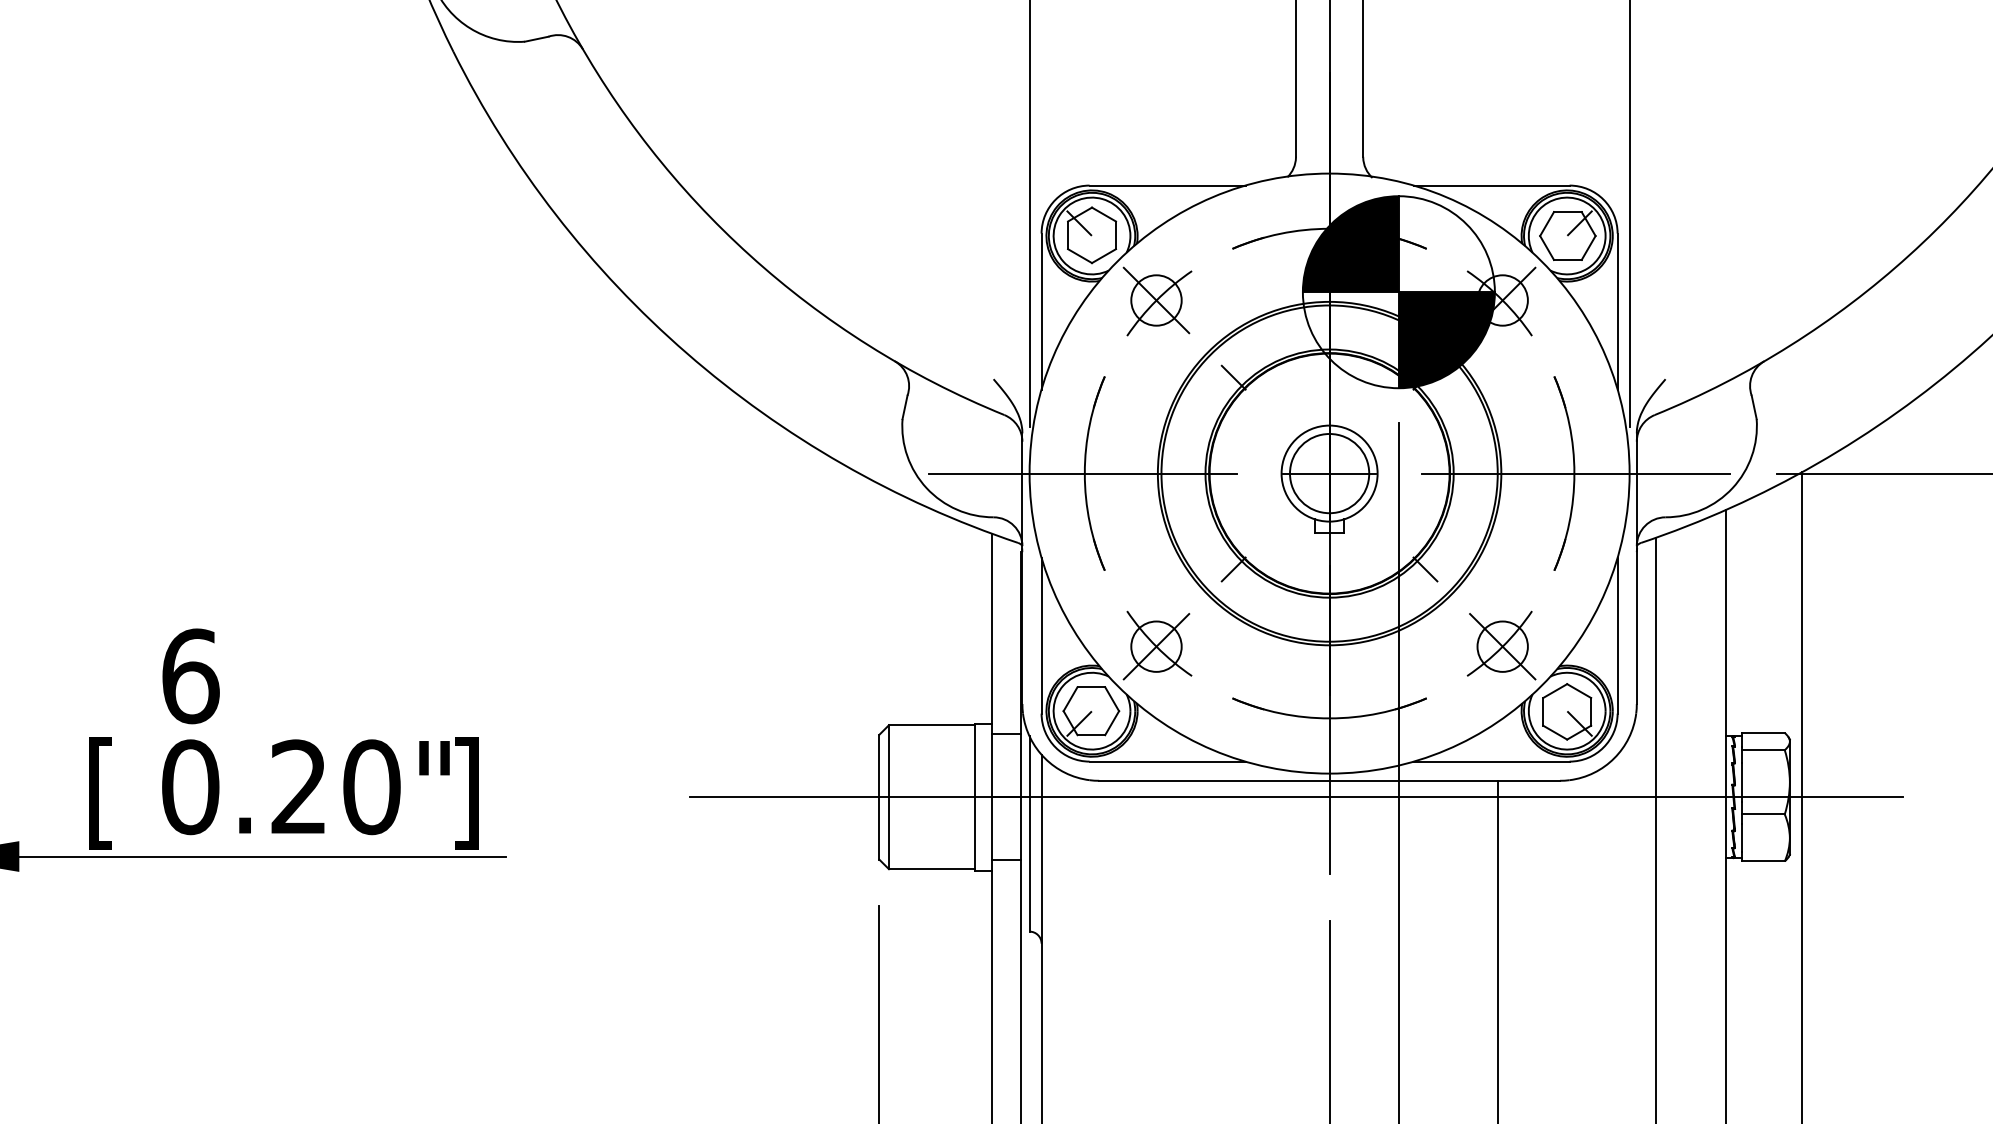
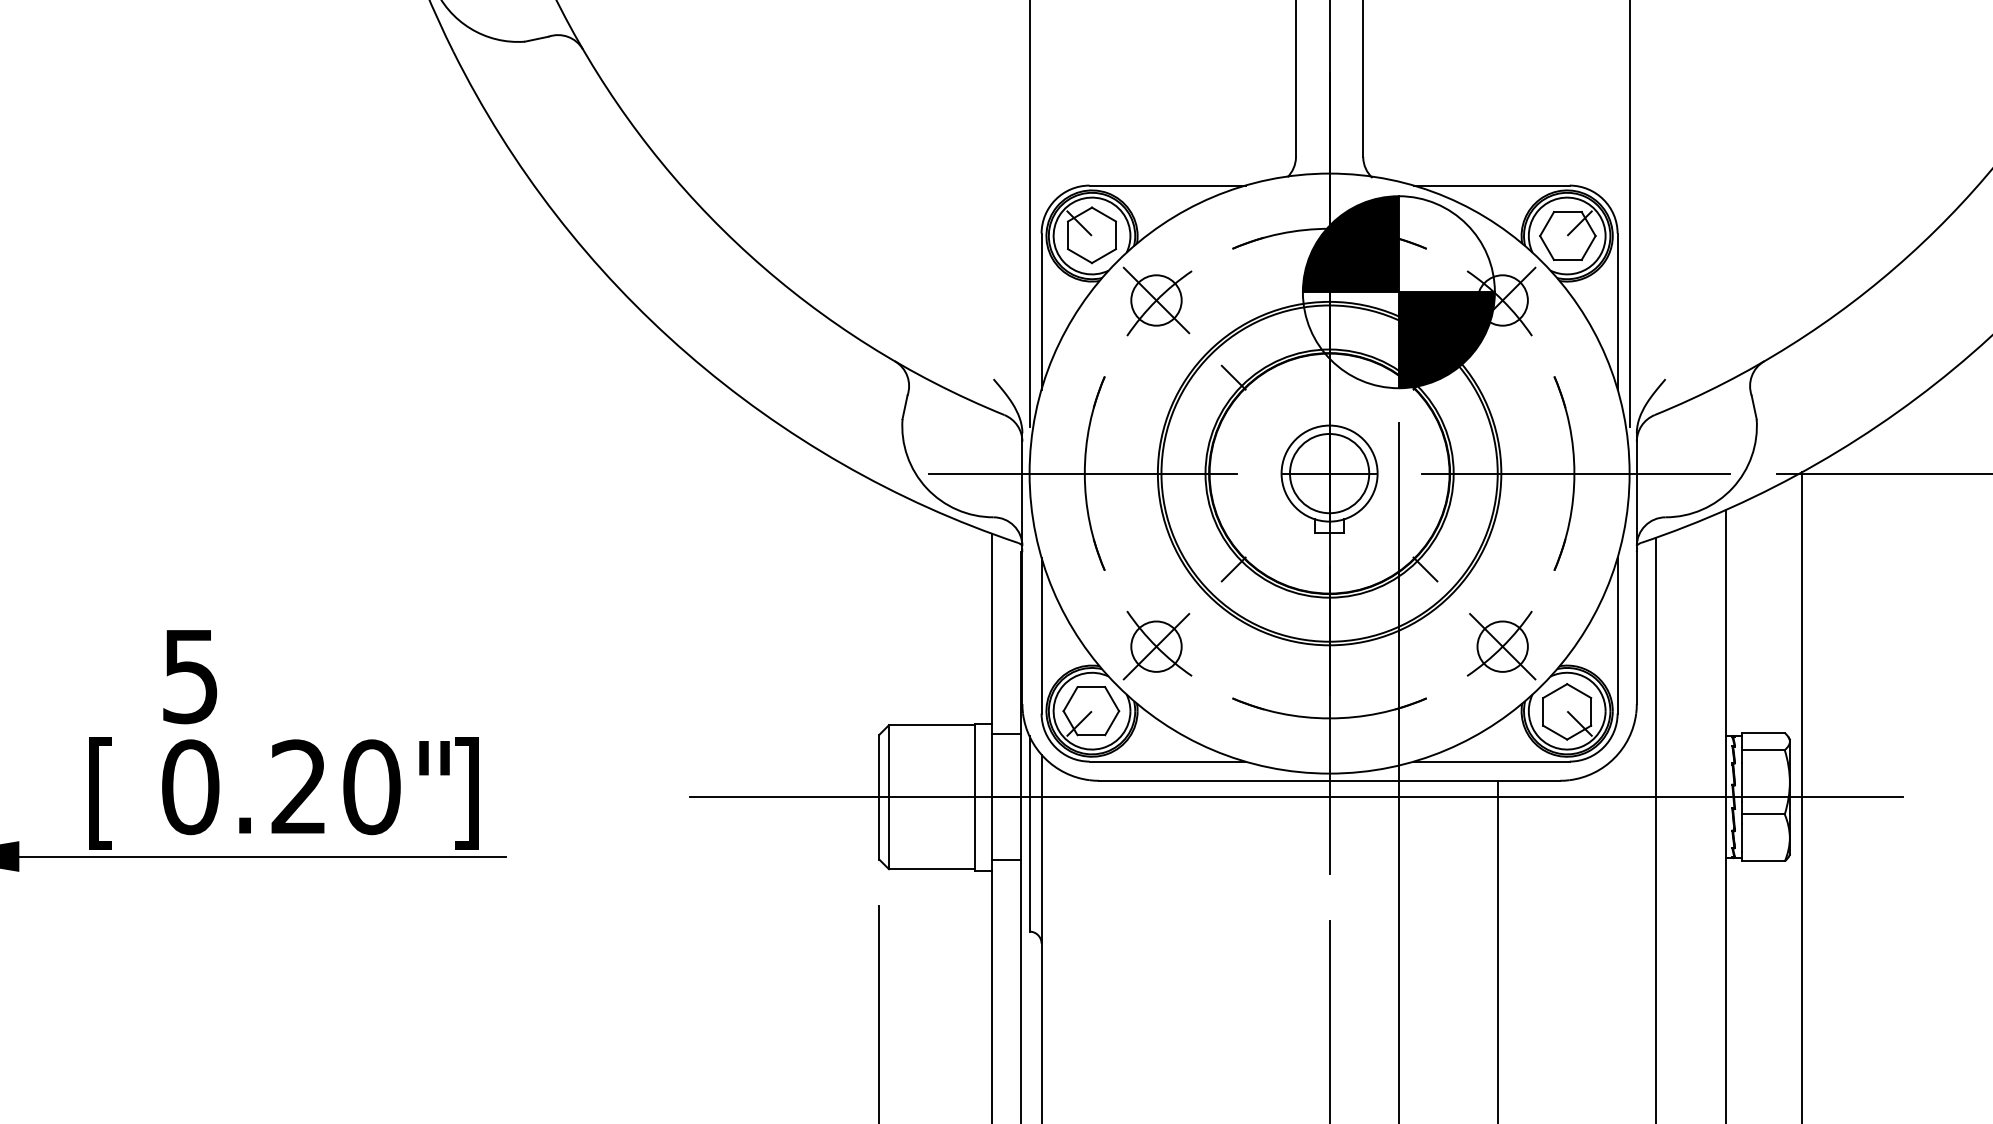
text at (190, 676): 6 -> 5
